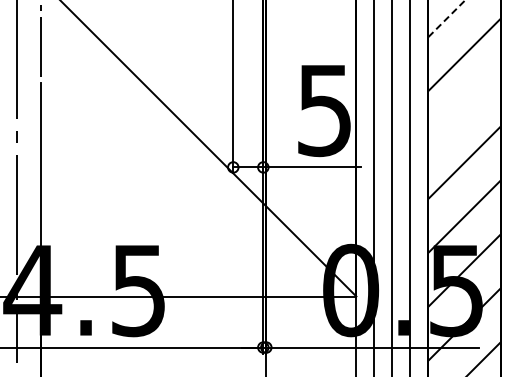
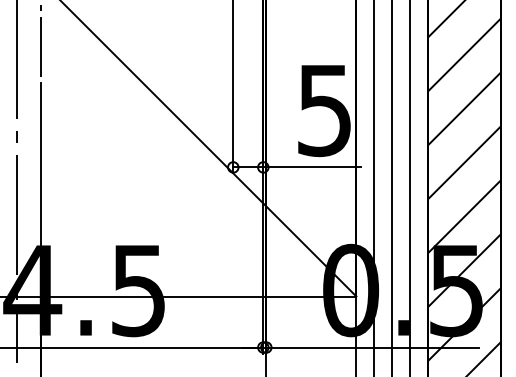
line at (446, 18): dashed -> solid
line at (464, 108): none -> present
